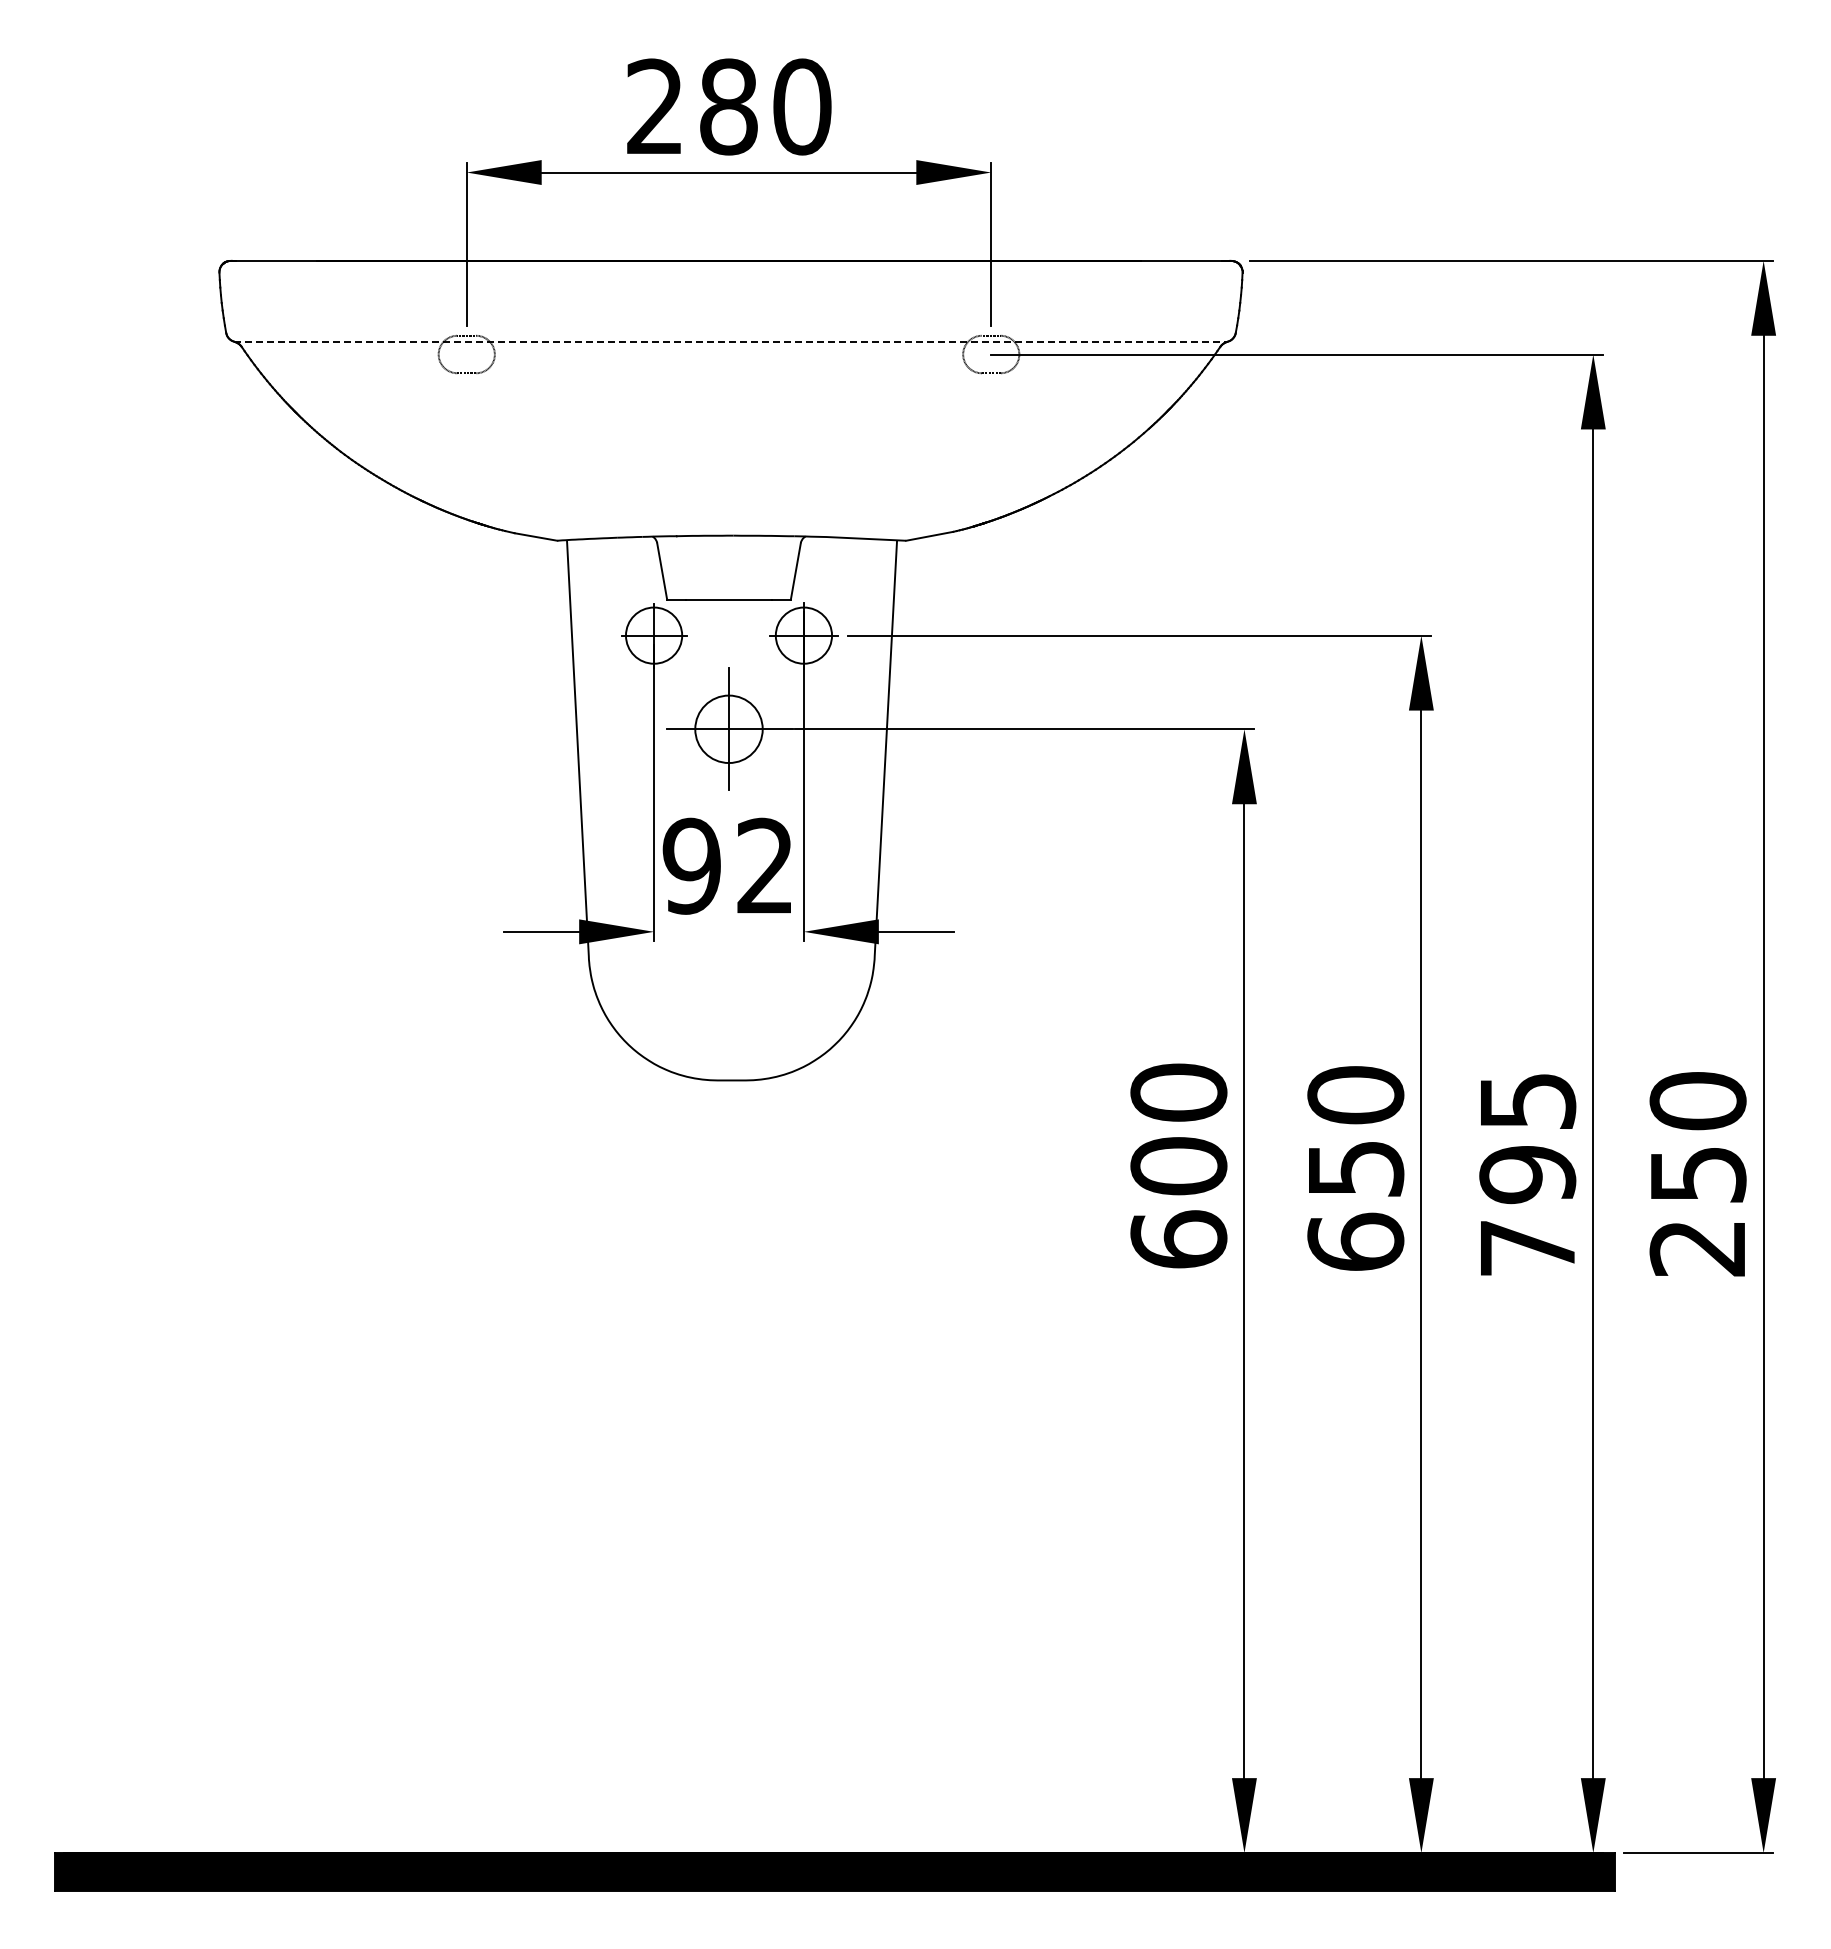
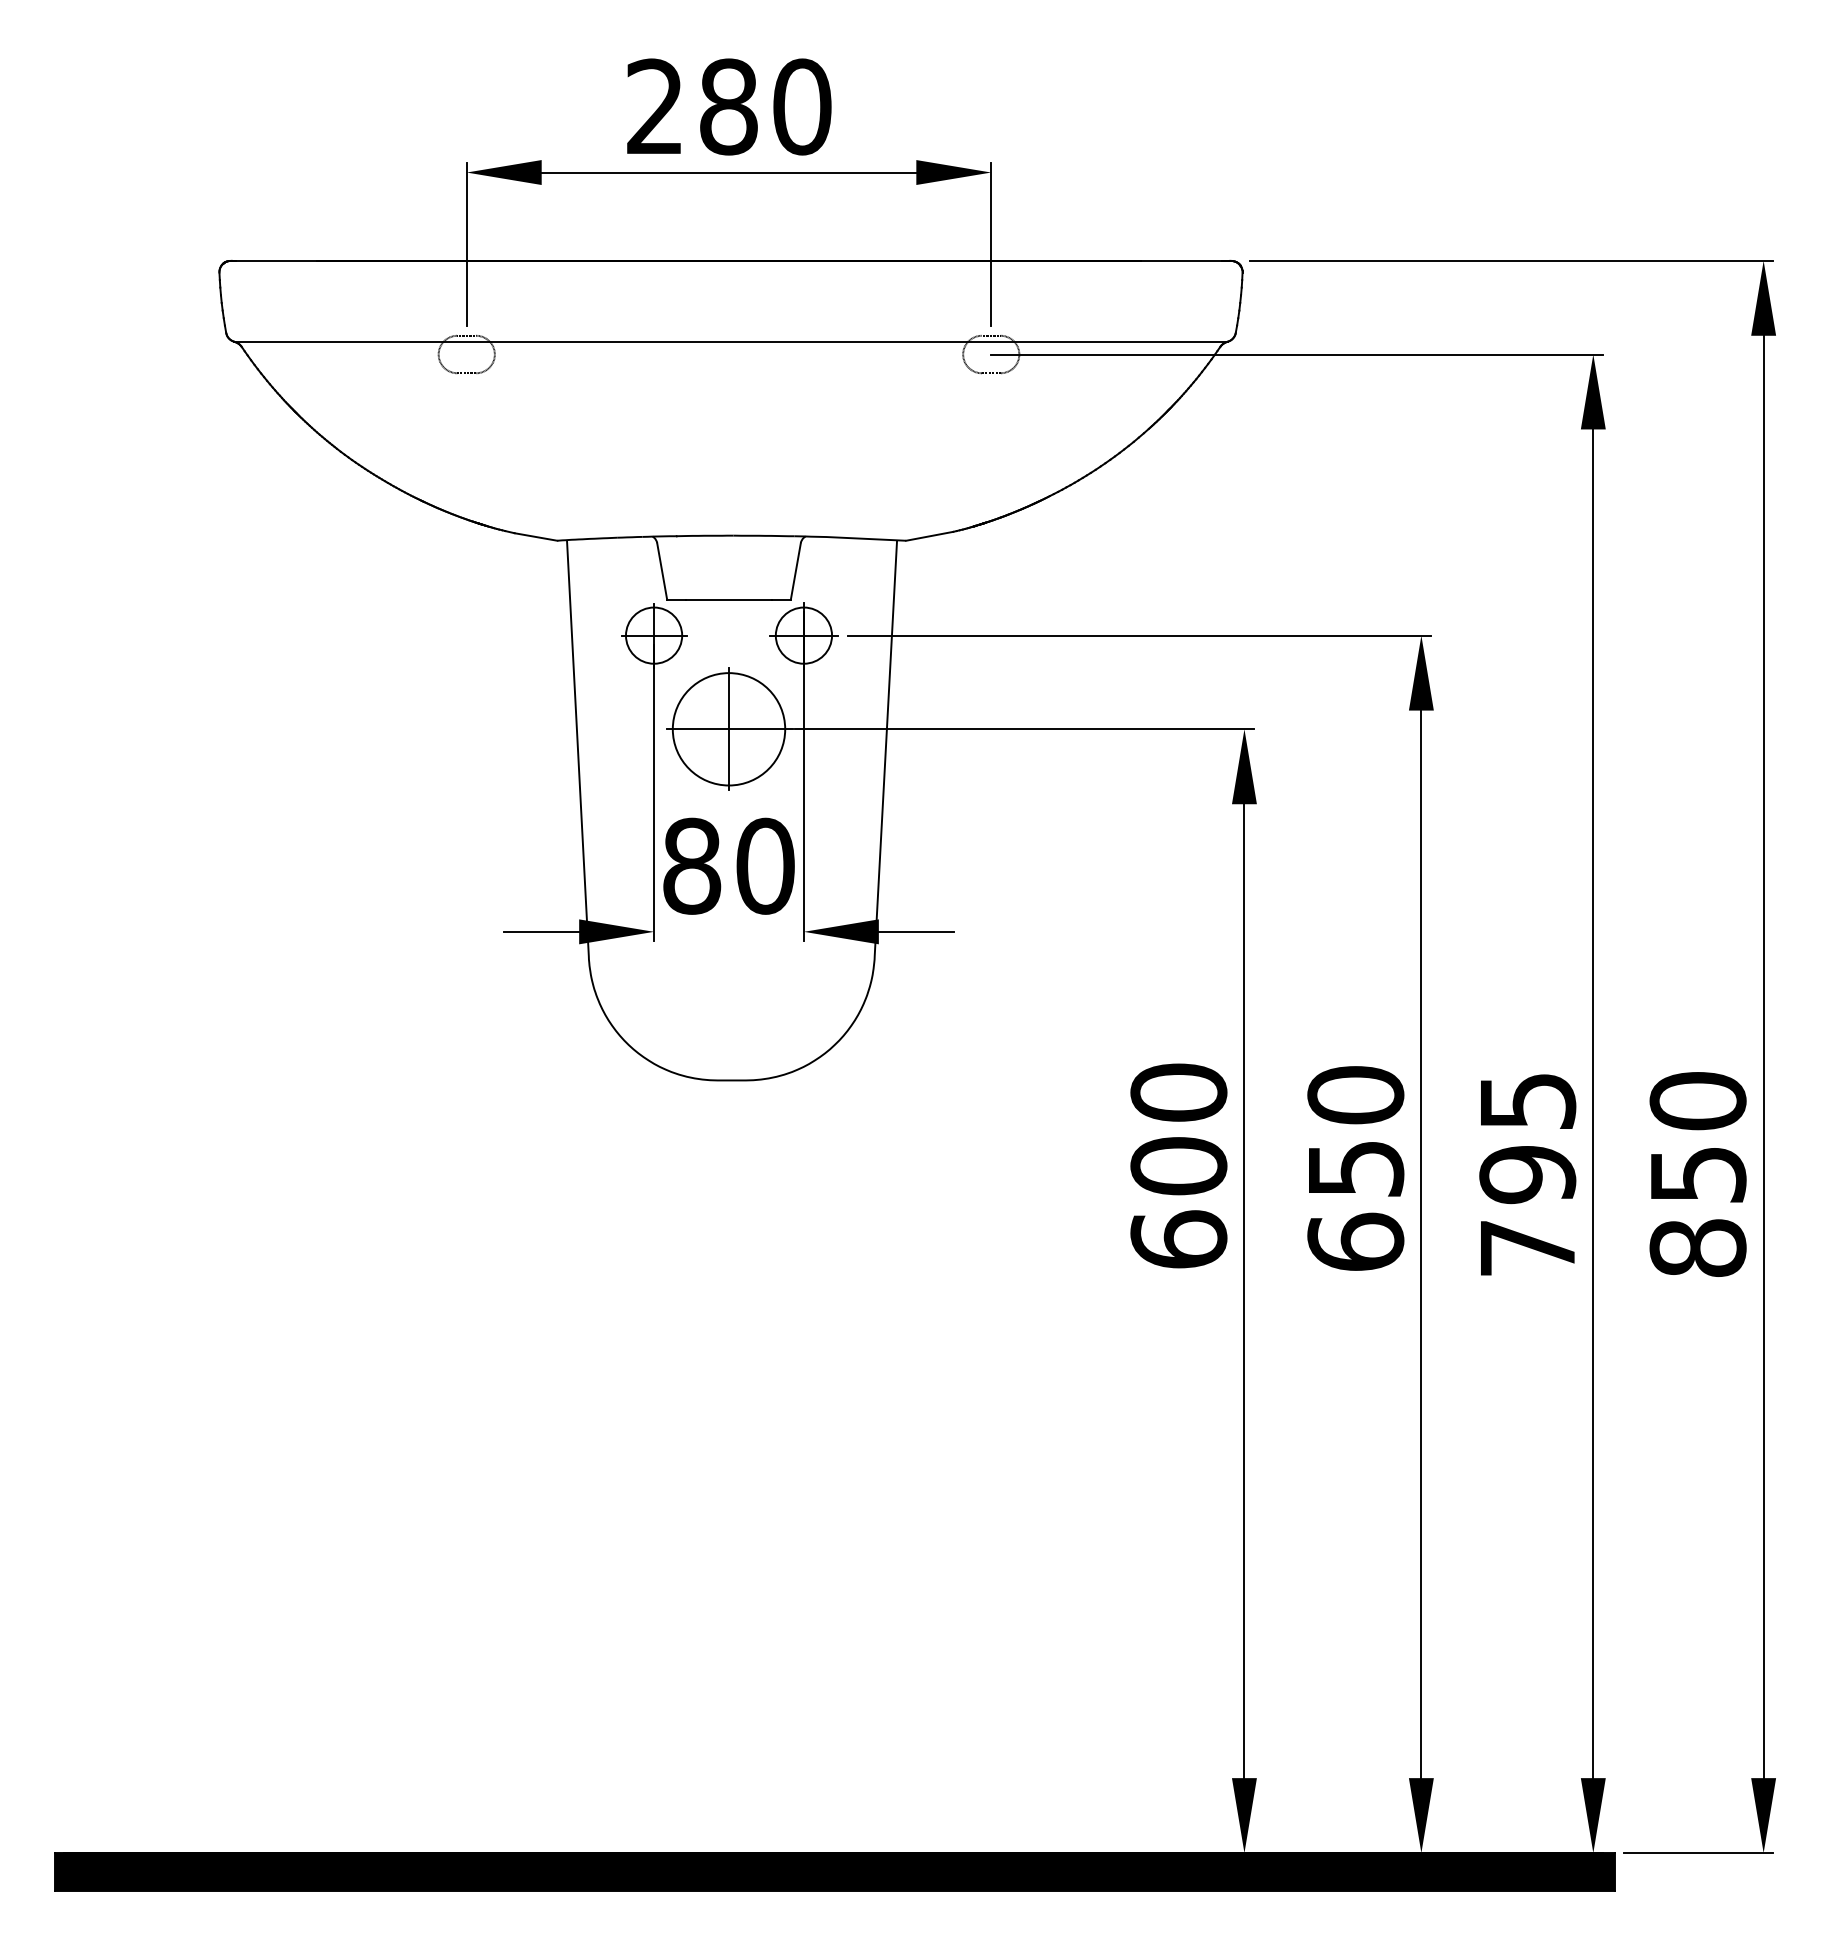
line at (731, 341): dashed -> solid
circle at (728, 729) diameter: 67 px -> 112 px
text at (728, 865): 92 -> 80
text at (1697, 1247): 250 -> 850
